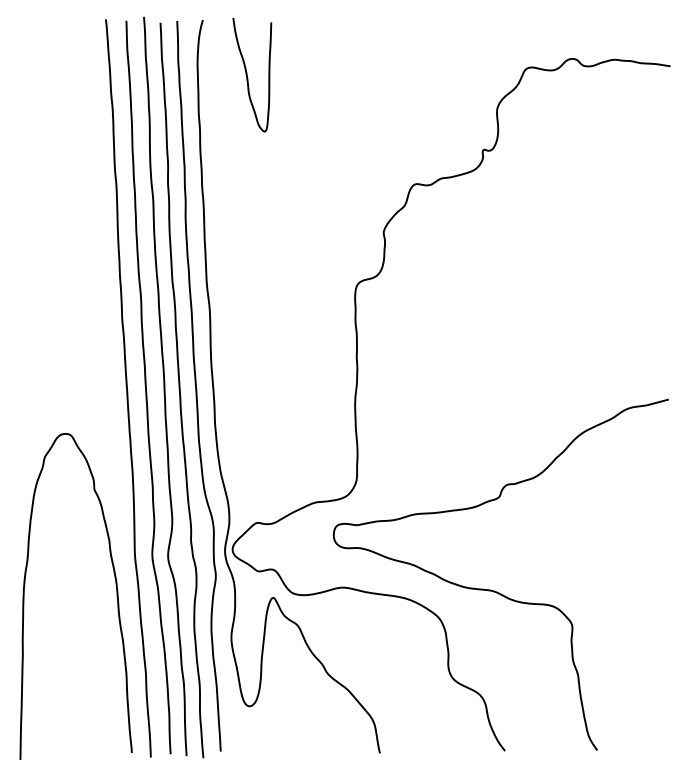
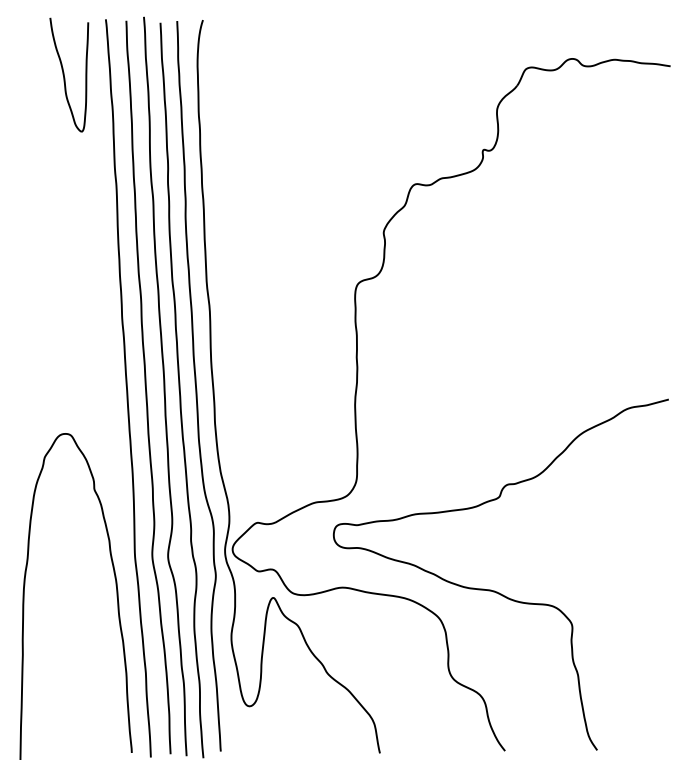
curve at (247, 74) position: (247, 74) -> (64, 74)
